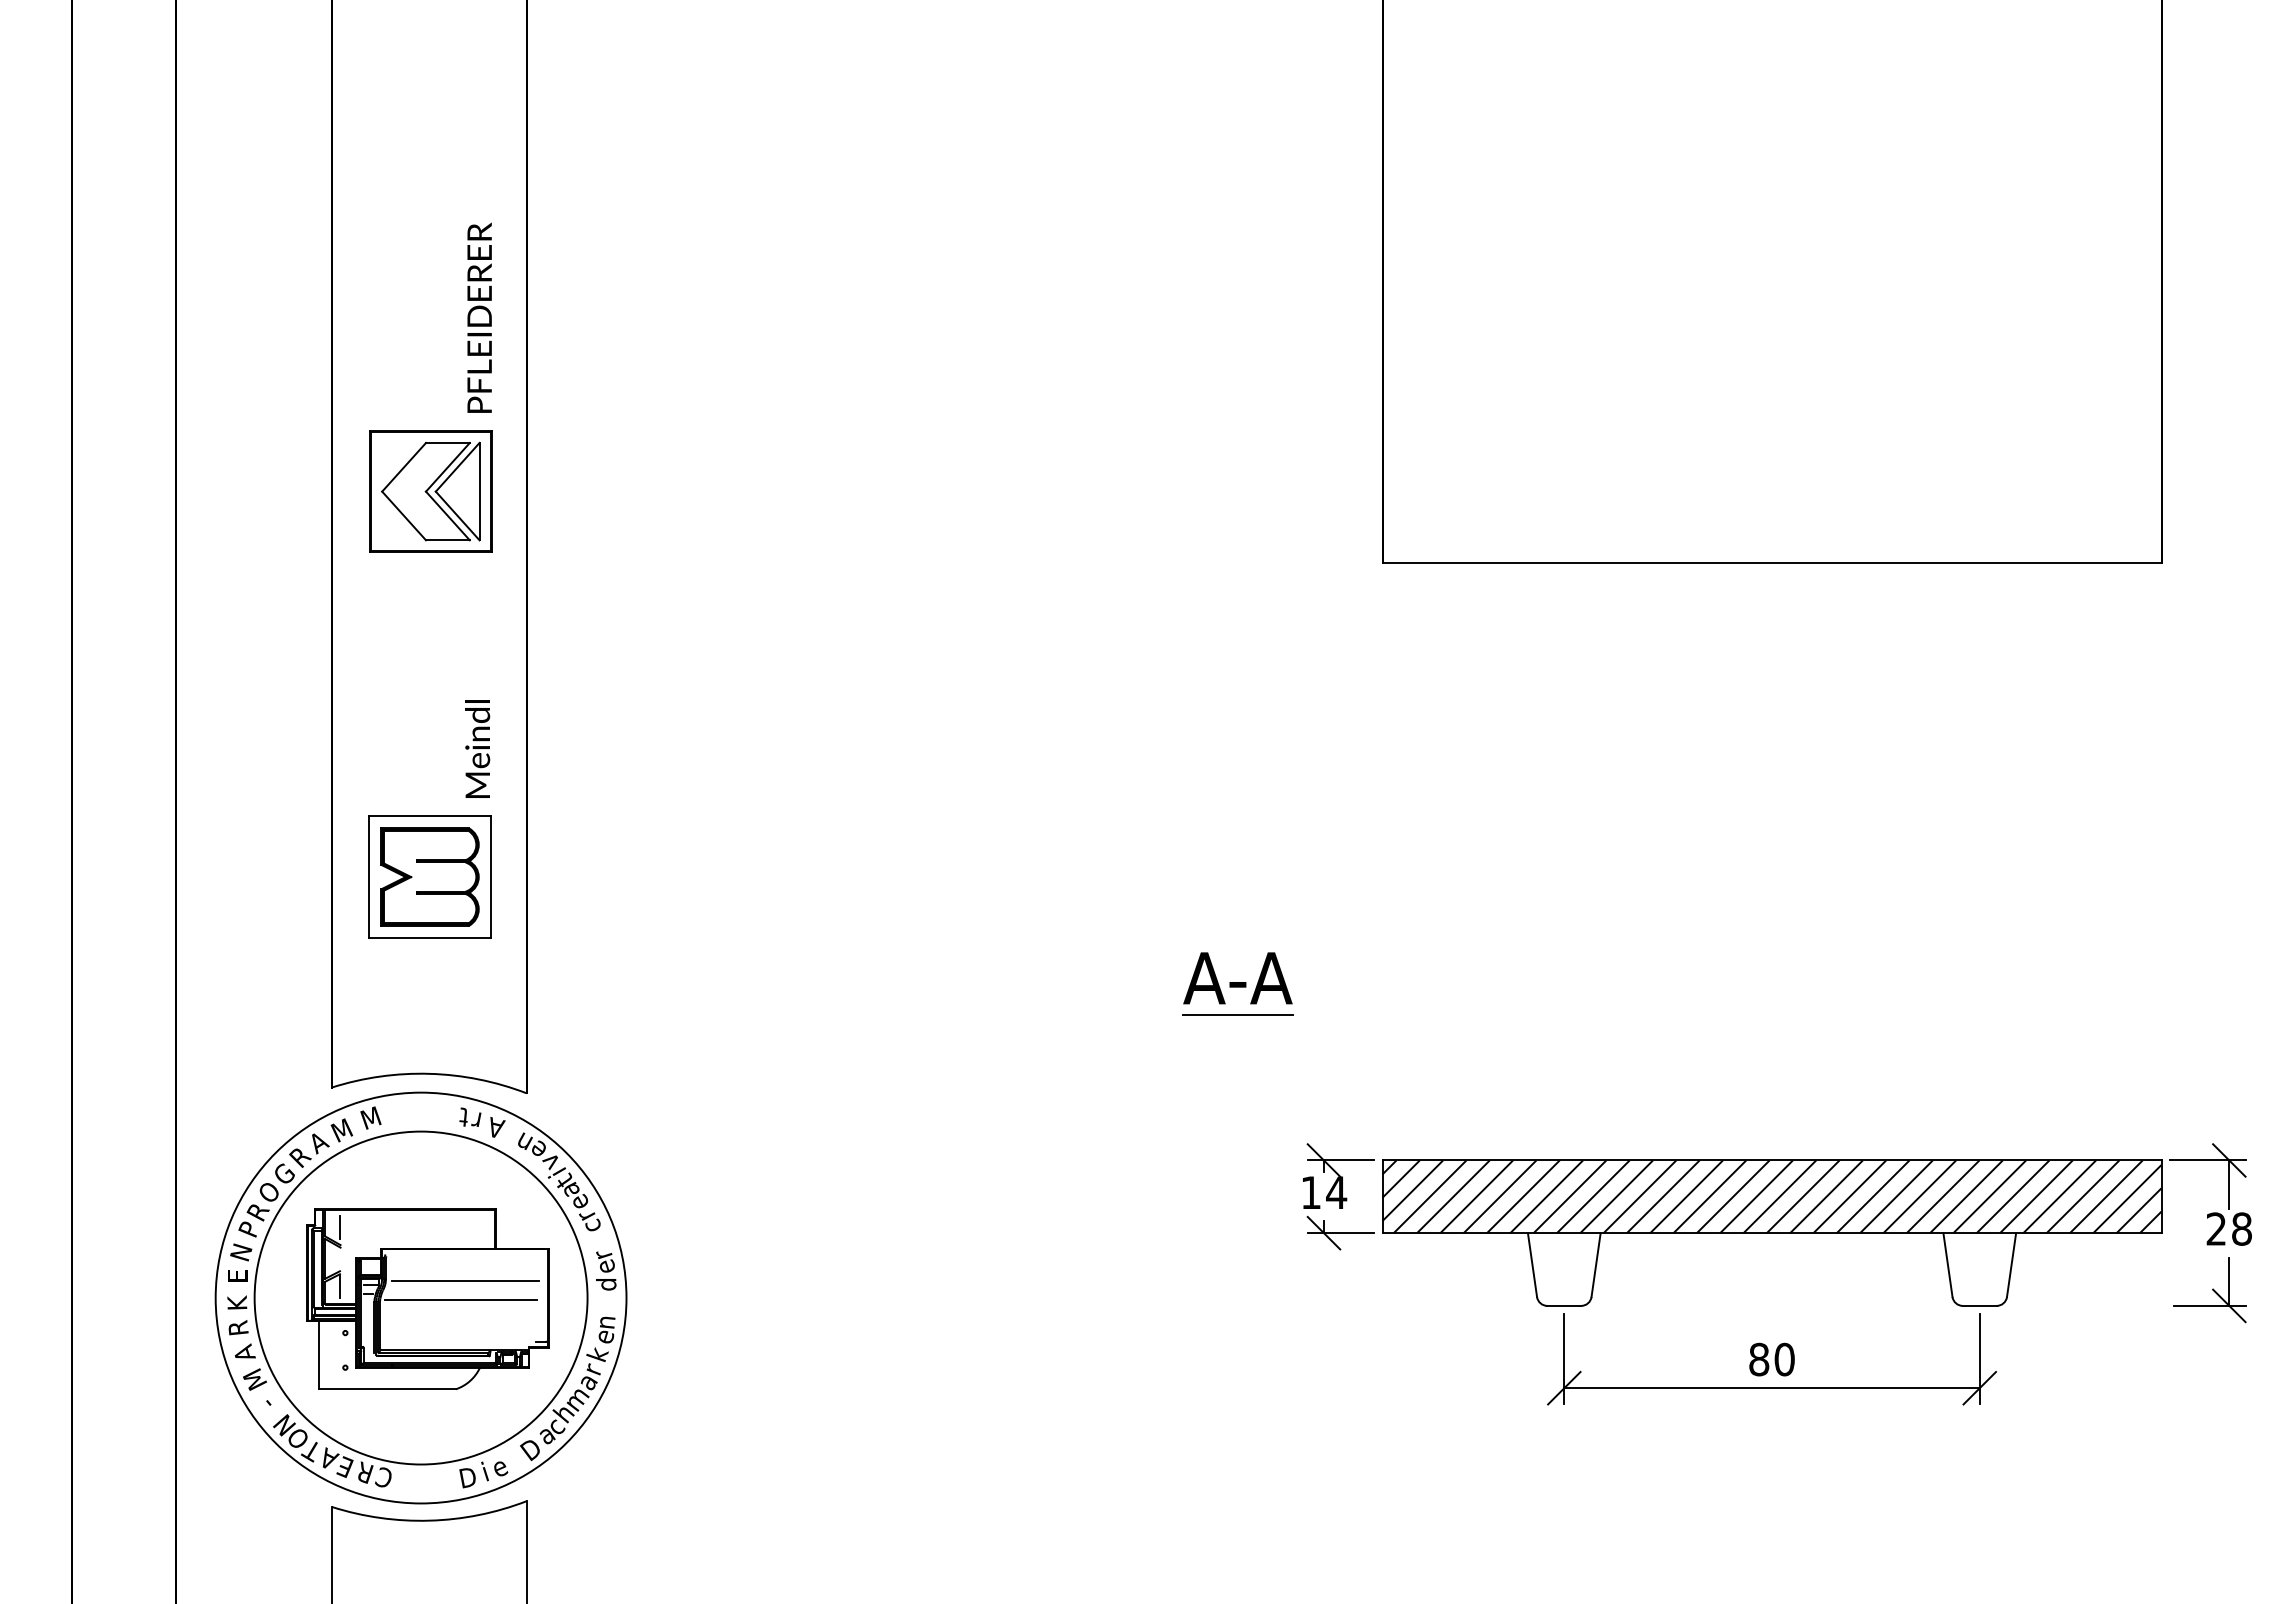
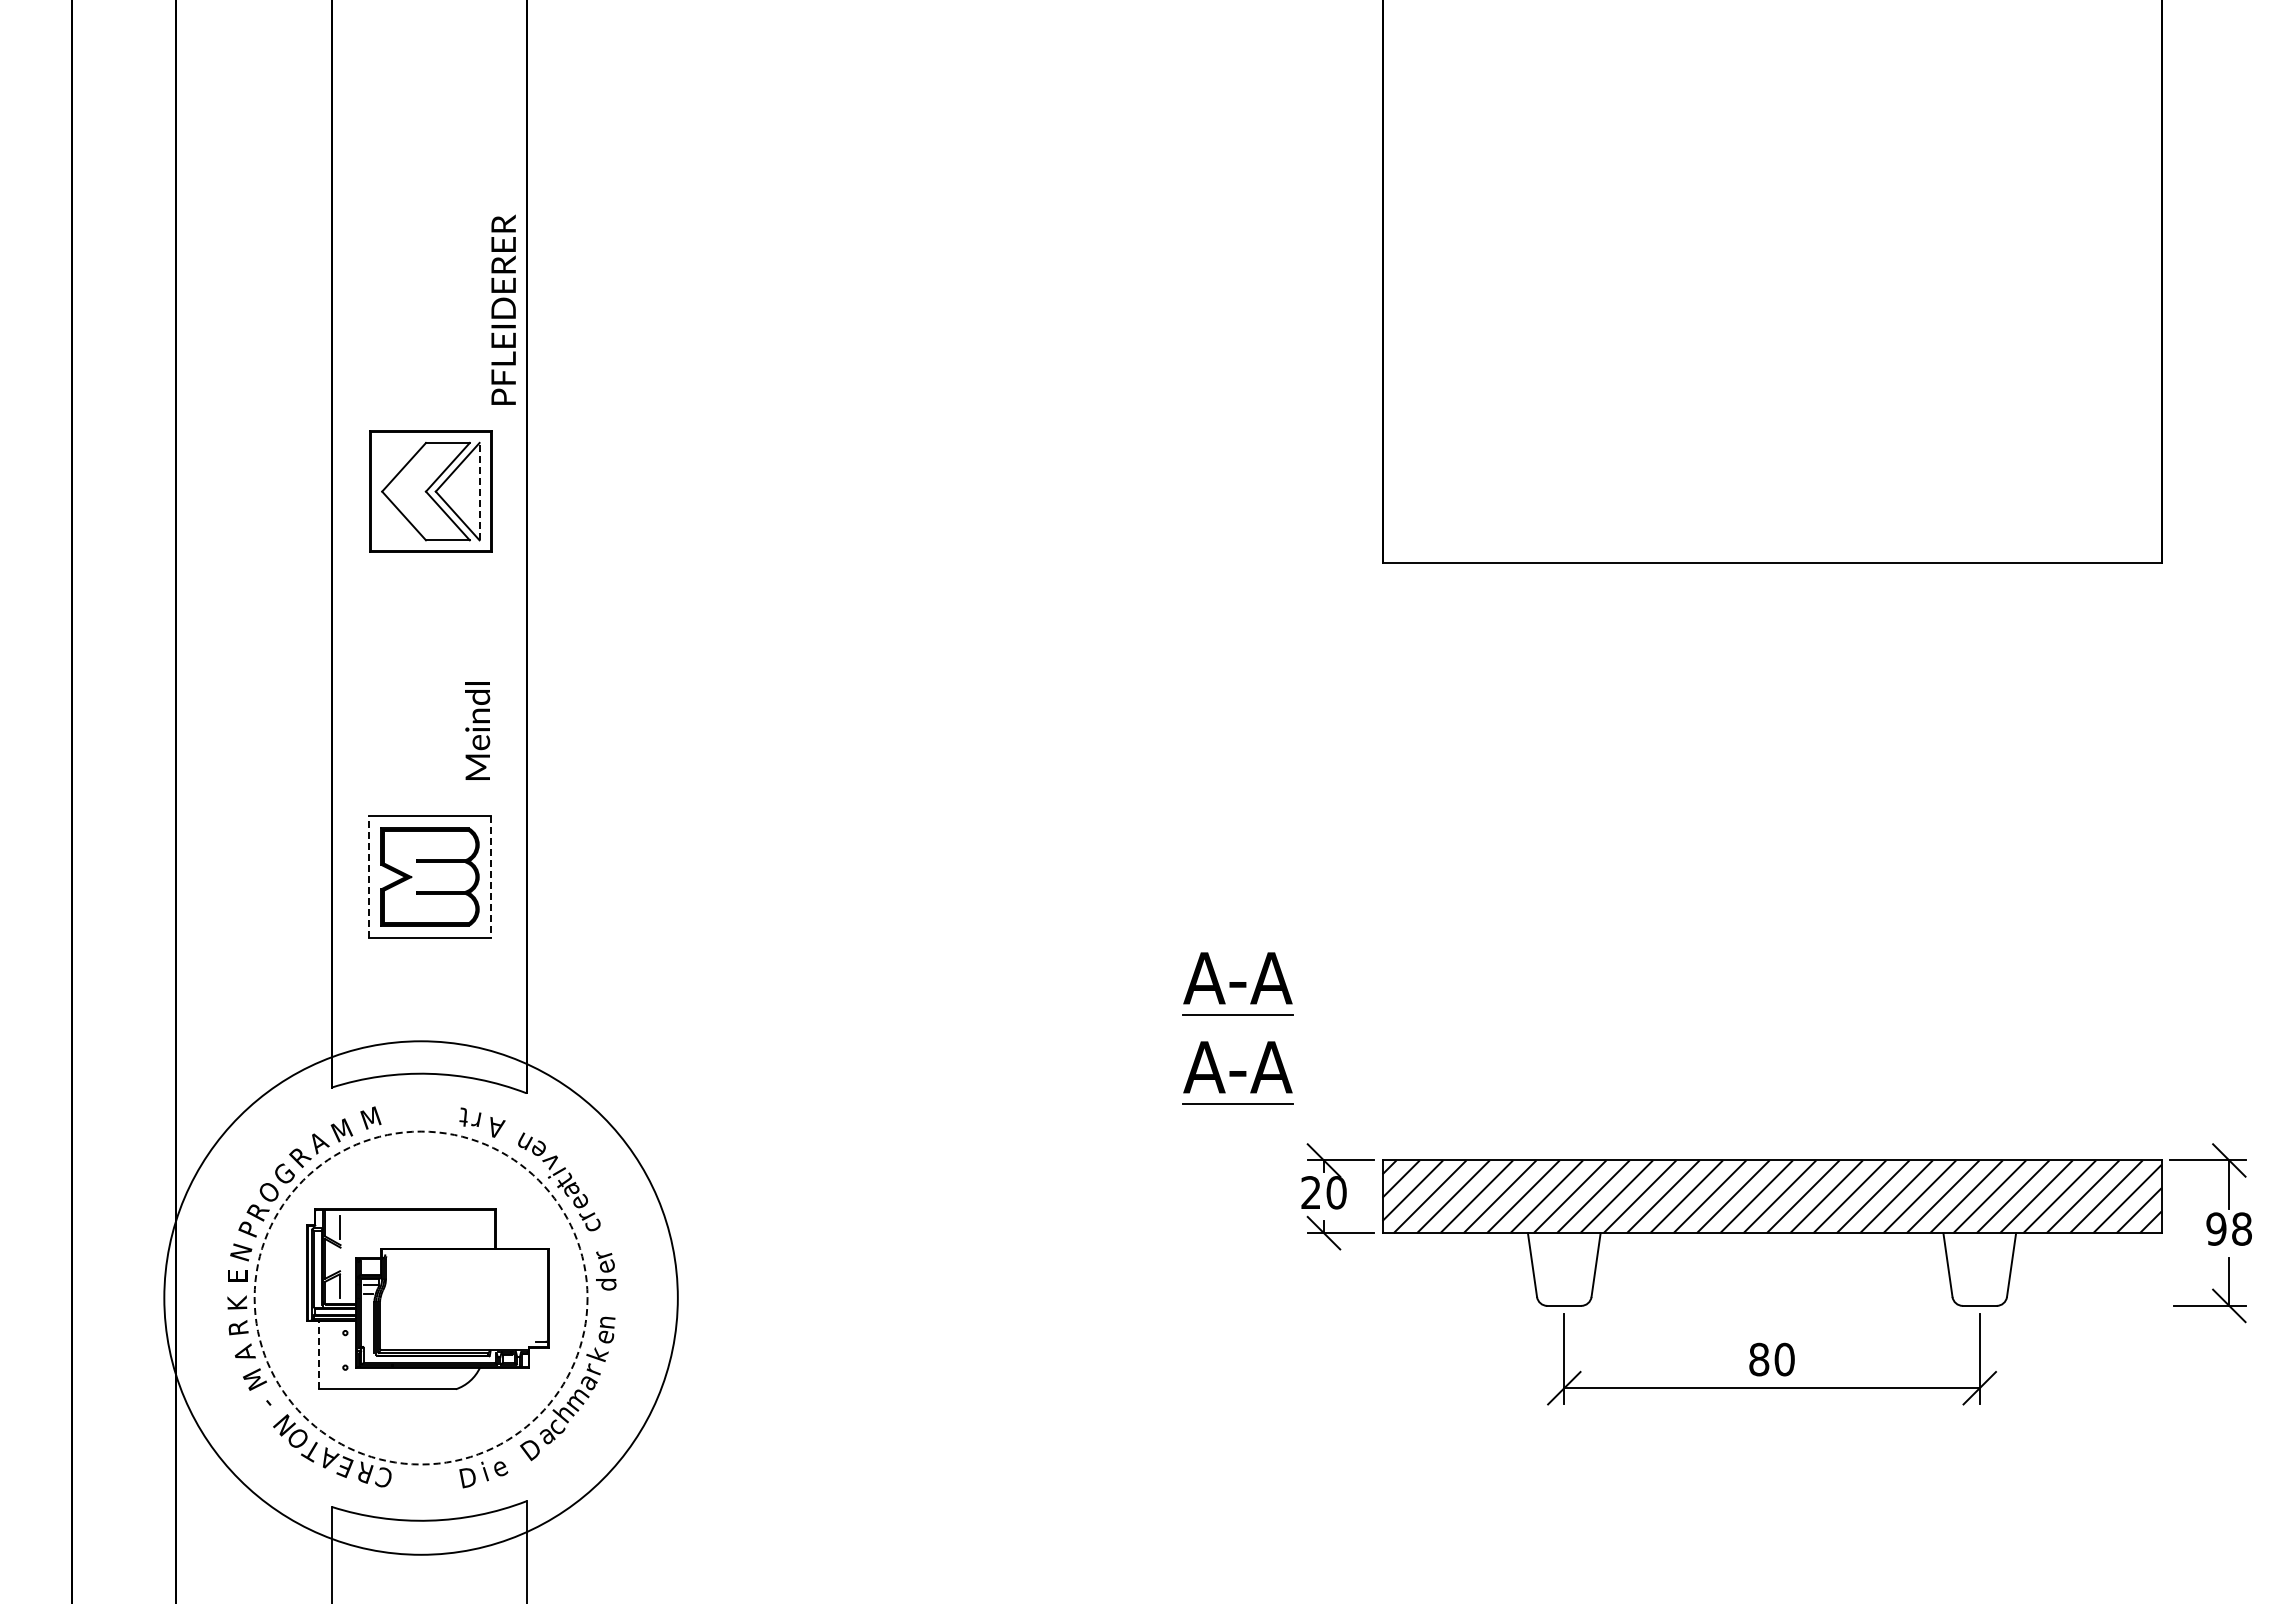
text at (479, 317) position: (479, 317) -> (503, 309)
line at (479, 491): solid -> dashed
text at (477, 748) position: (477, 748) -> (477, 730)
line at (369, 877): solid -> dashed
line at (490, 877): solid -> dashed
part at (1237, 1072): none -> present
text at (1324, 1192): 14 -> 20
text at (2216, 1228): 28 -> 98
line at (465, 1280): present -> none
circle at (420, 1297) diameter: 411 px -> 514 px
circle at (420, 1297): solid -> dashed
line at (461, 1300): present -> none
line at (319, 1355): solid -> dashed
